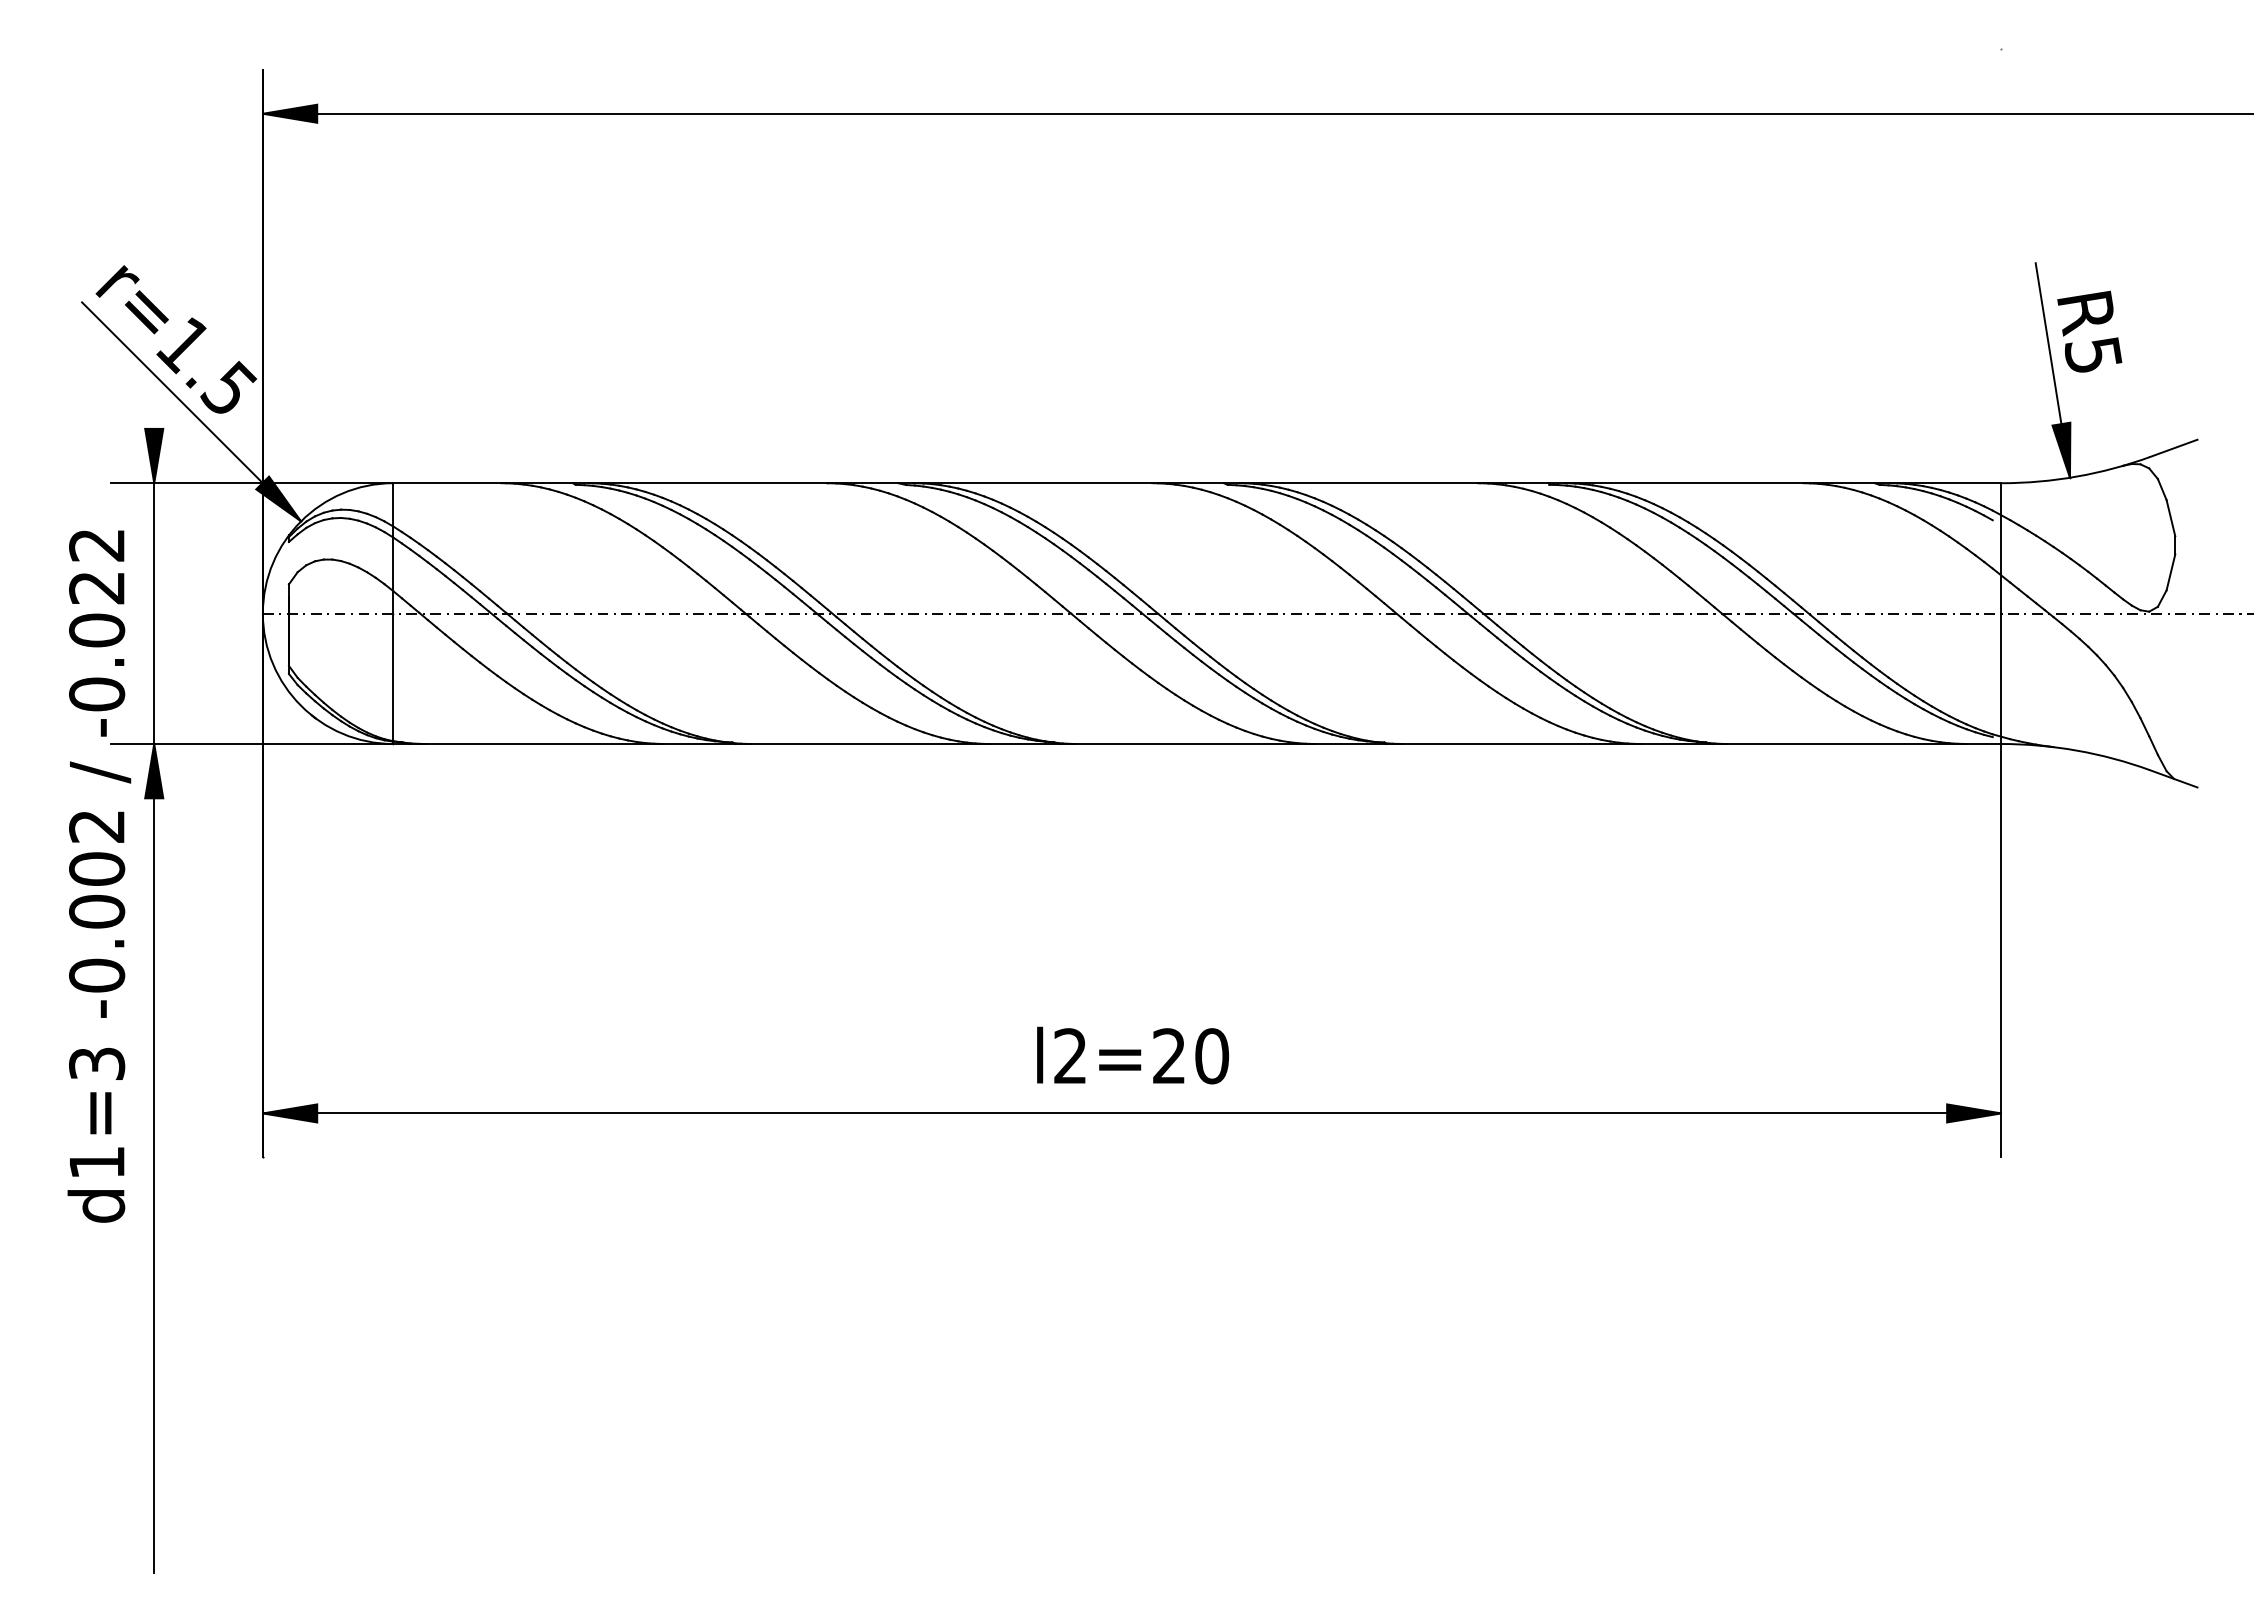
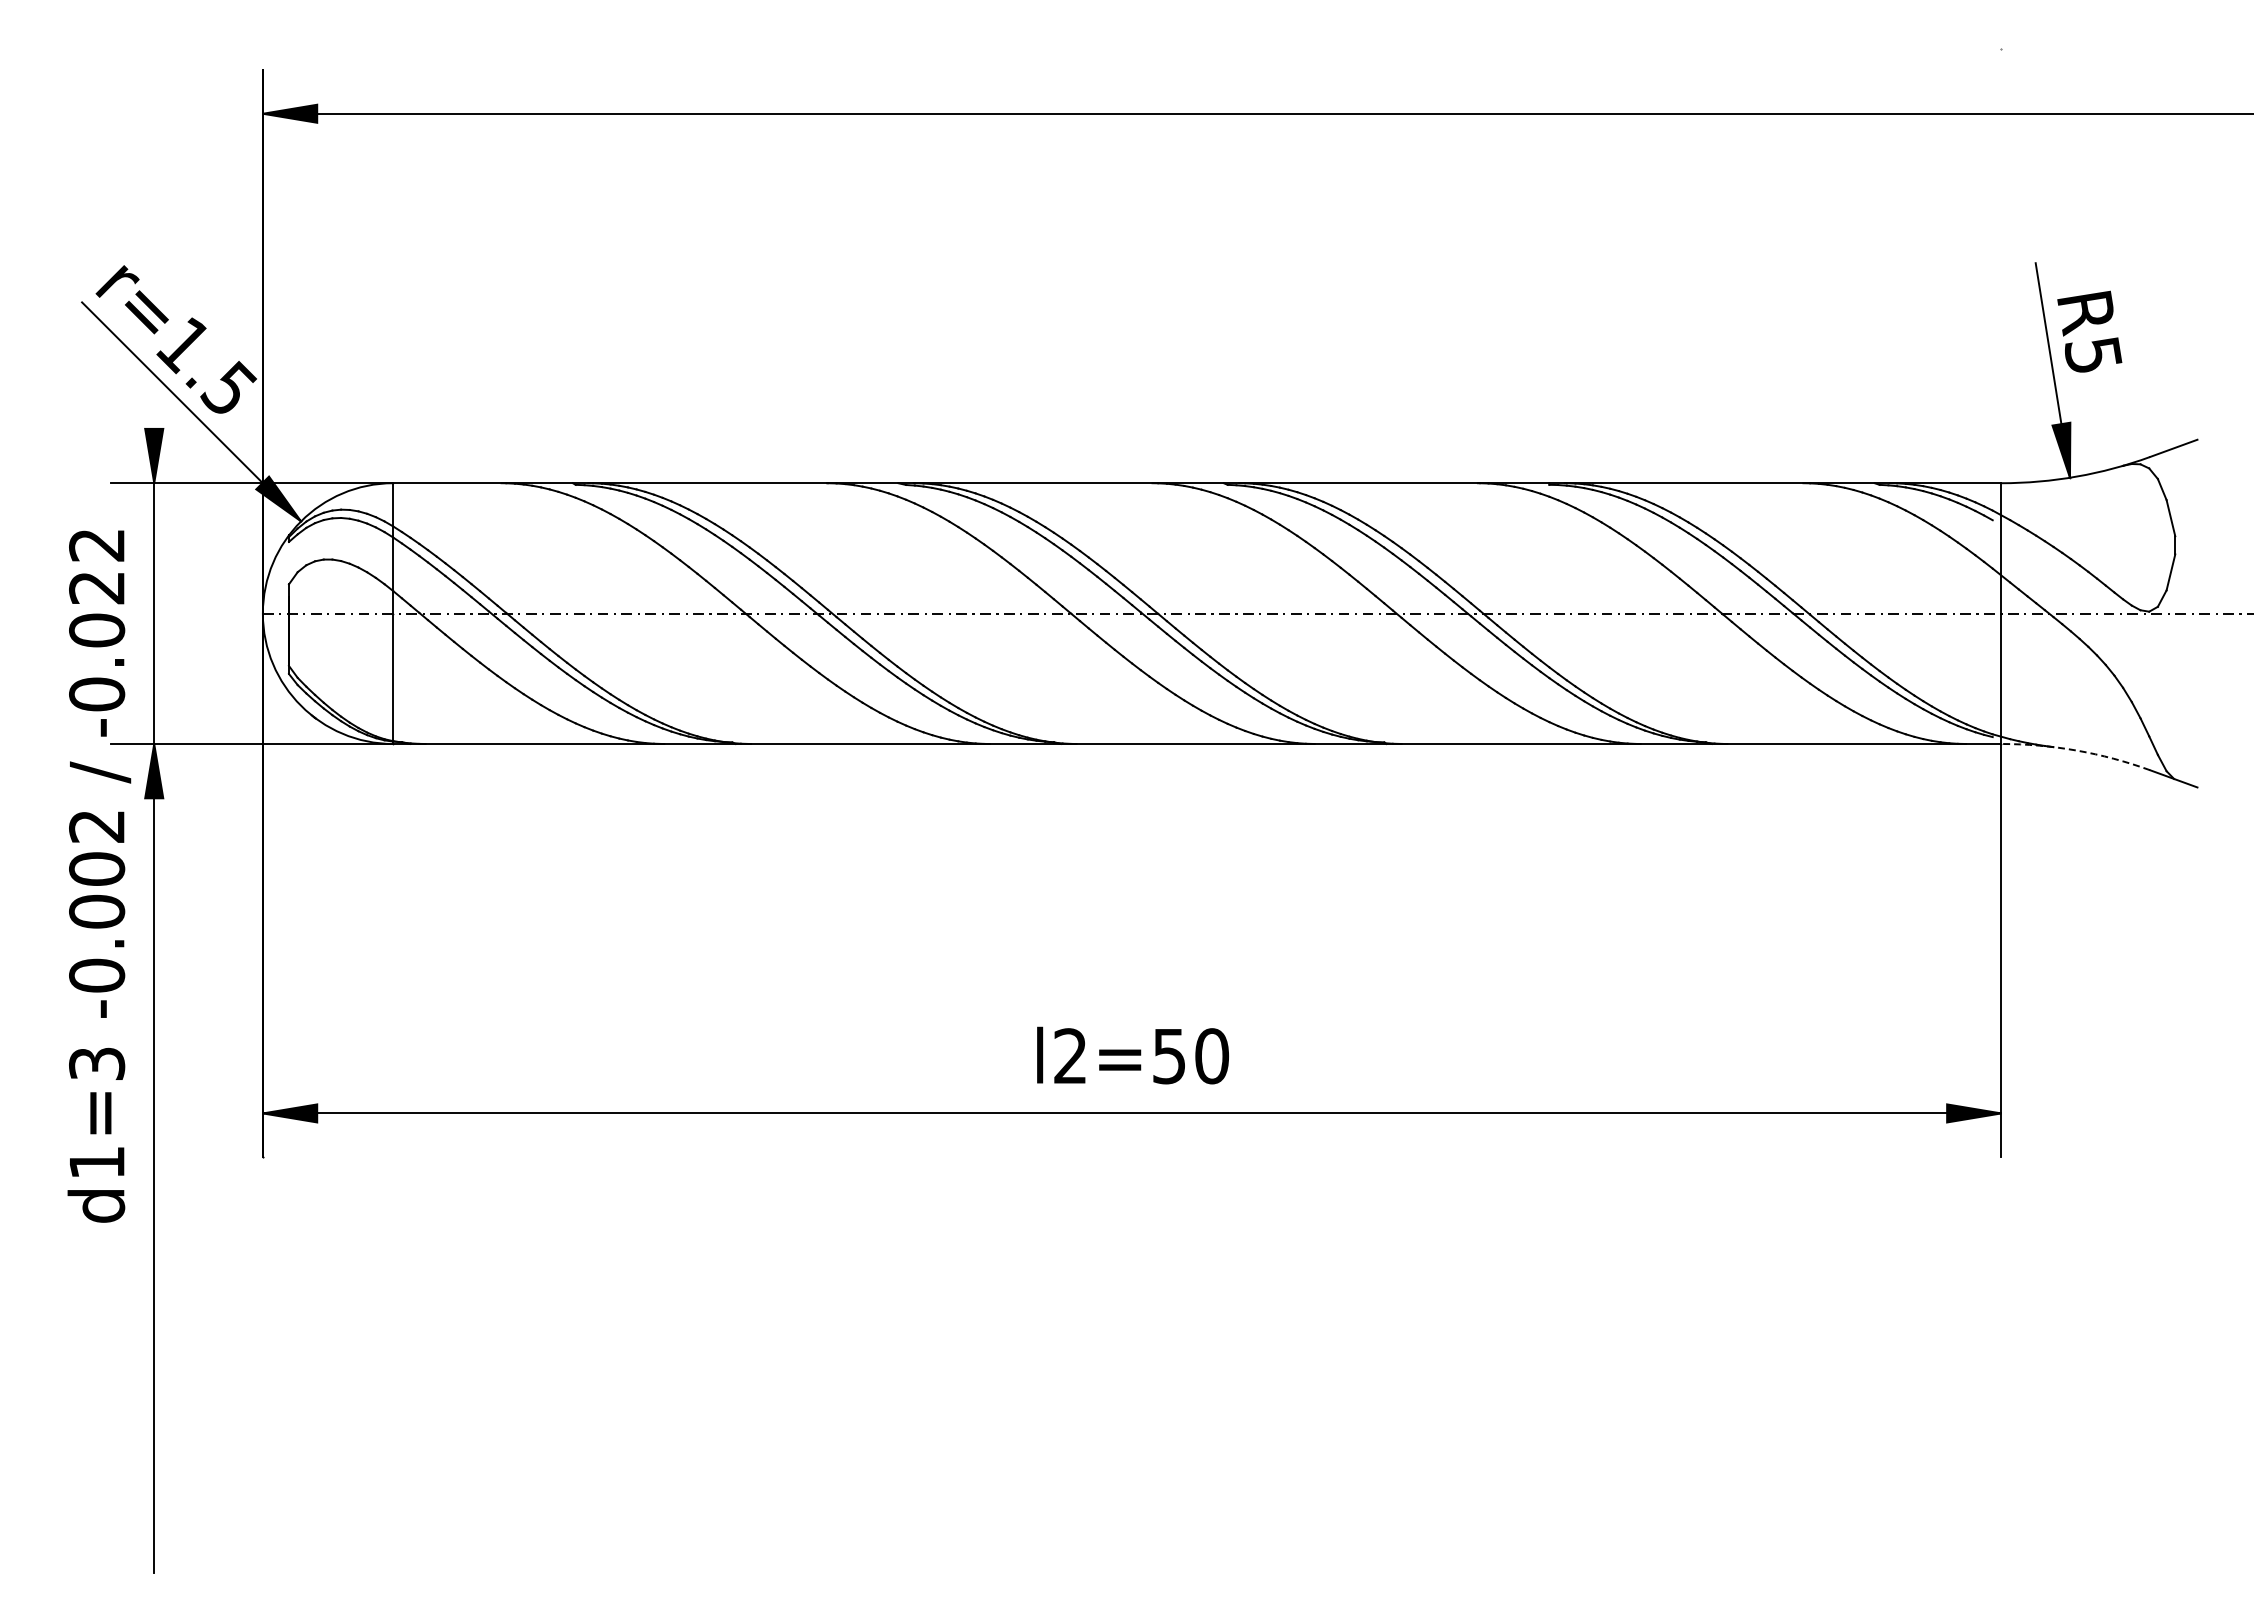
arc at (2076, 750): solid -> dashed
text at (1168, 1056): l2=20 -> l2=50
